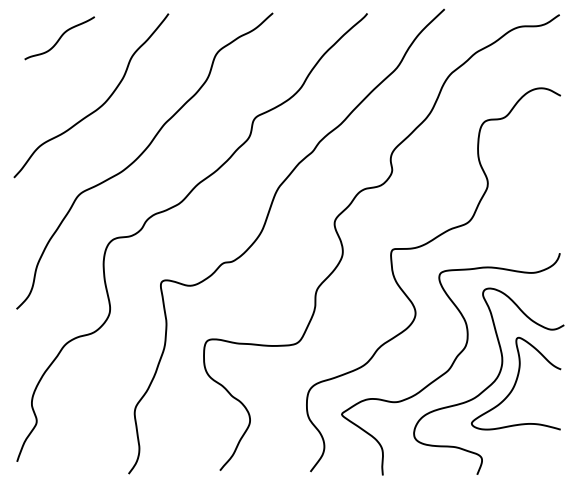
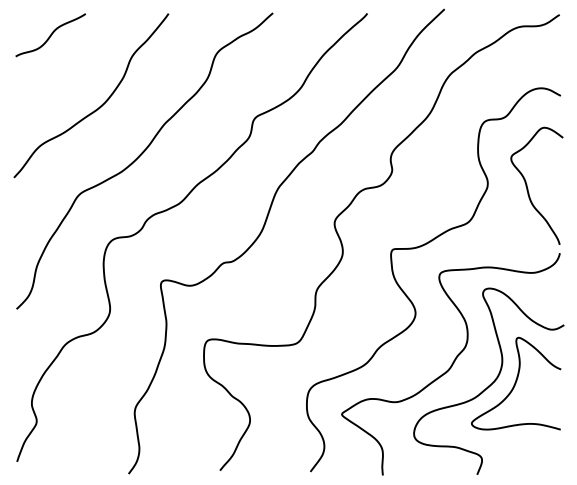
curve at (59, 38) position: (59, 38) -> (50, 35)
curve at (528, 188): none -> present
